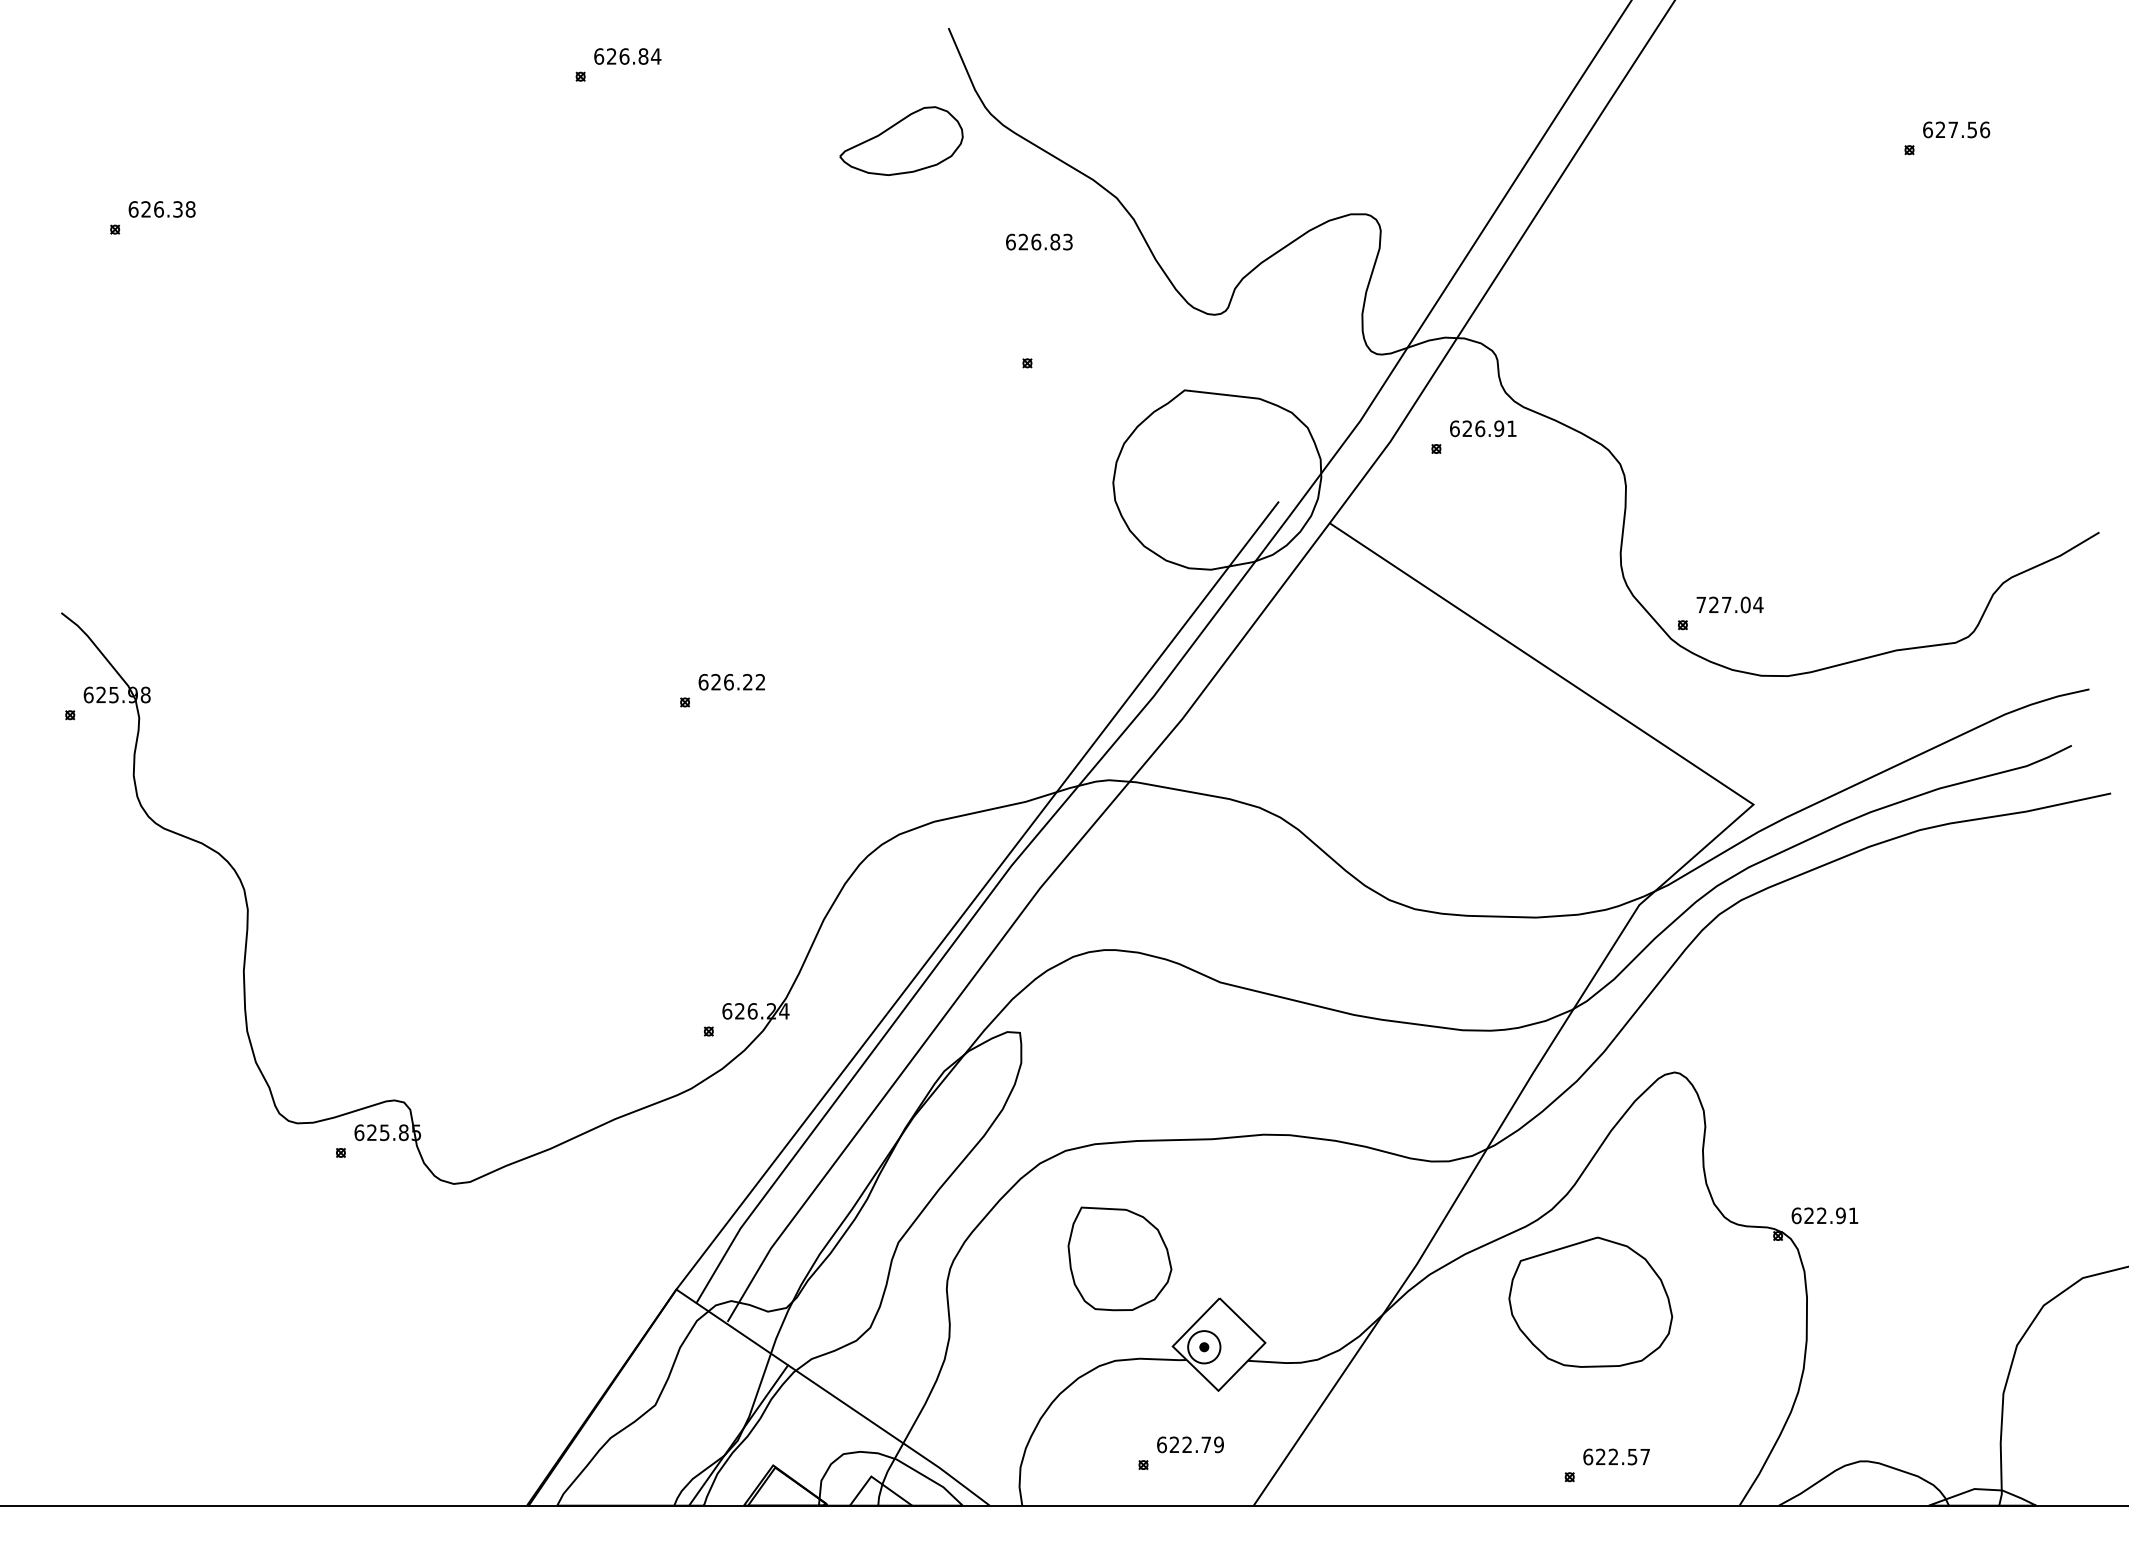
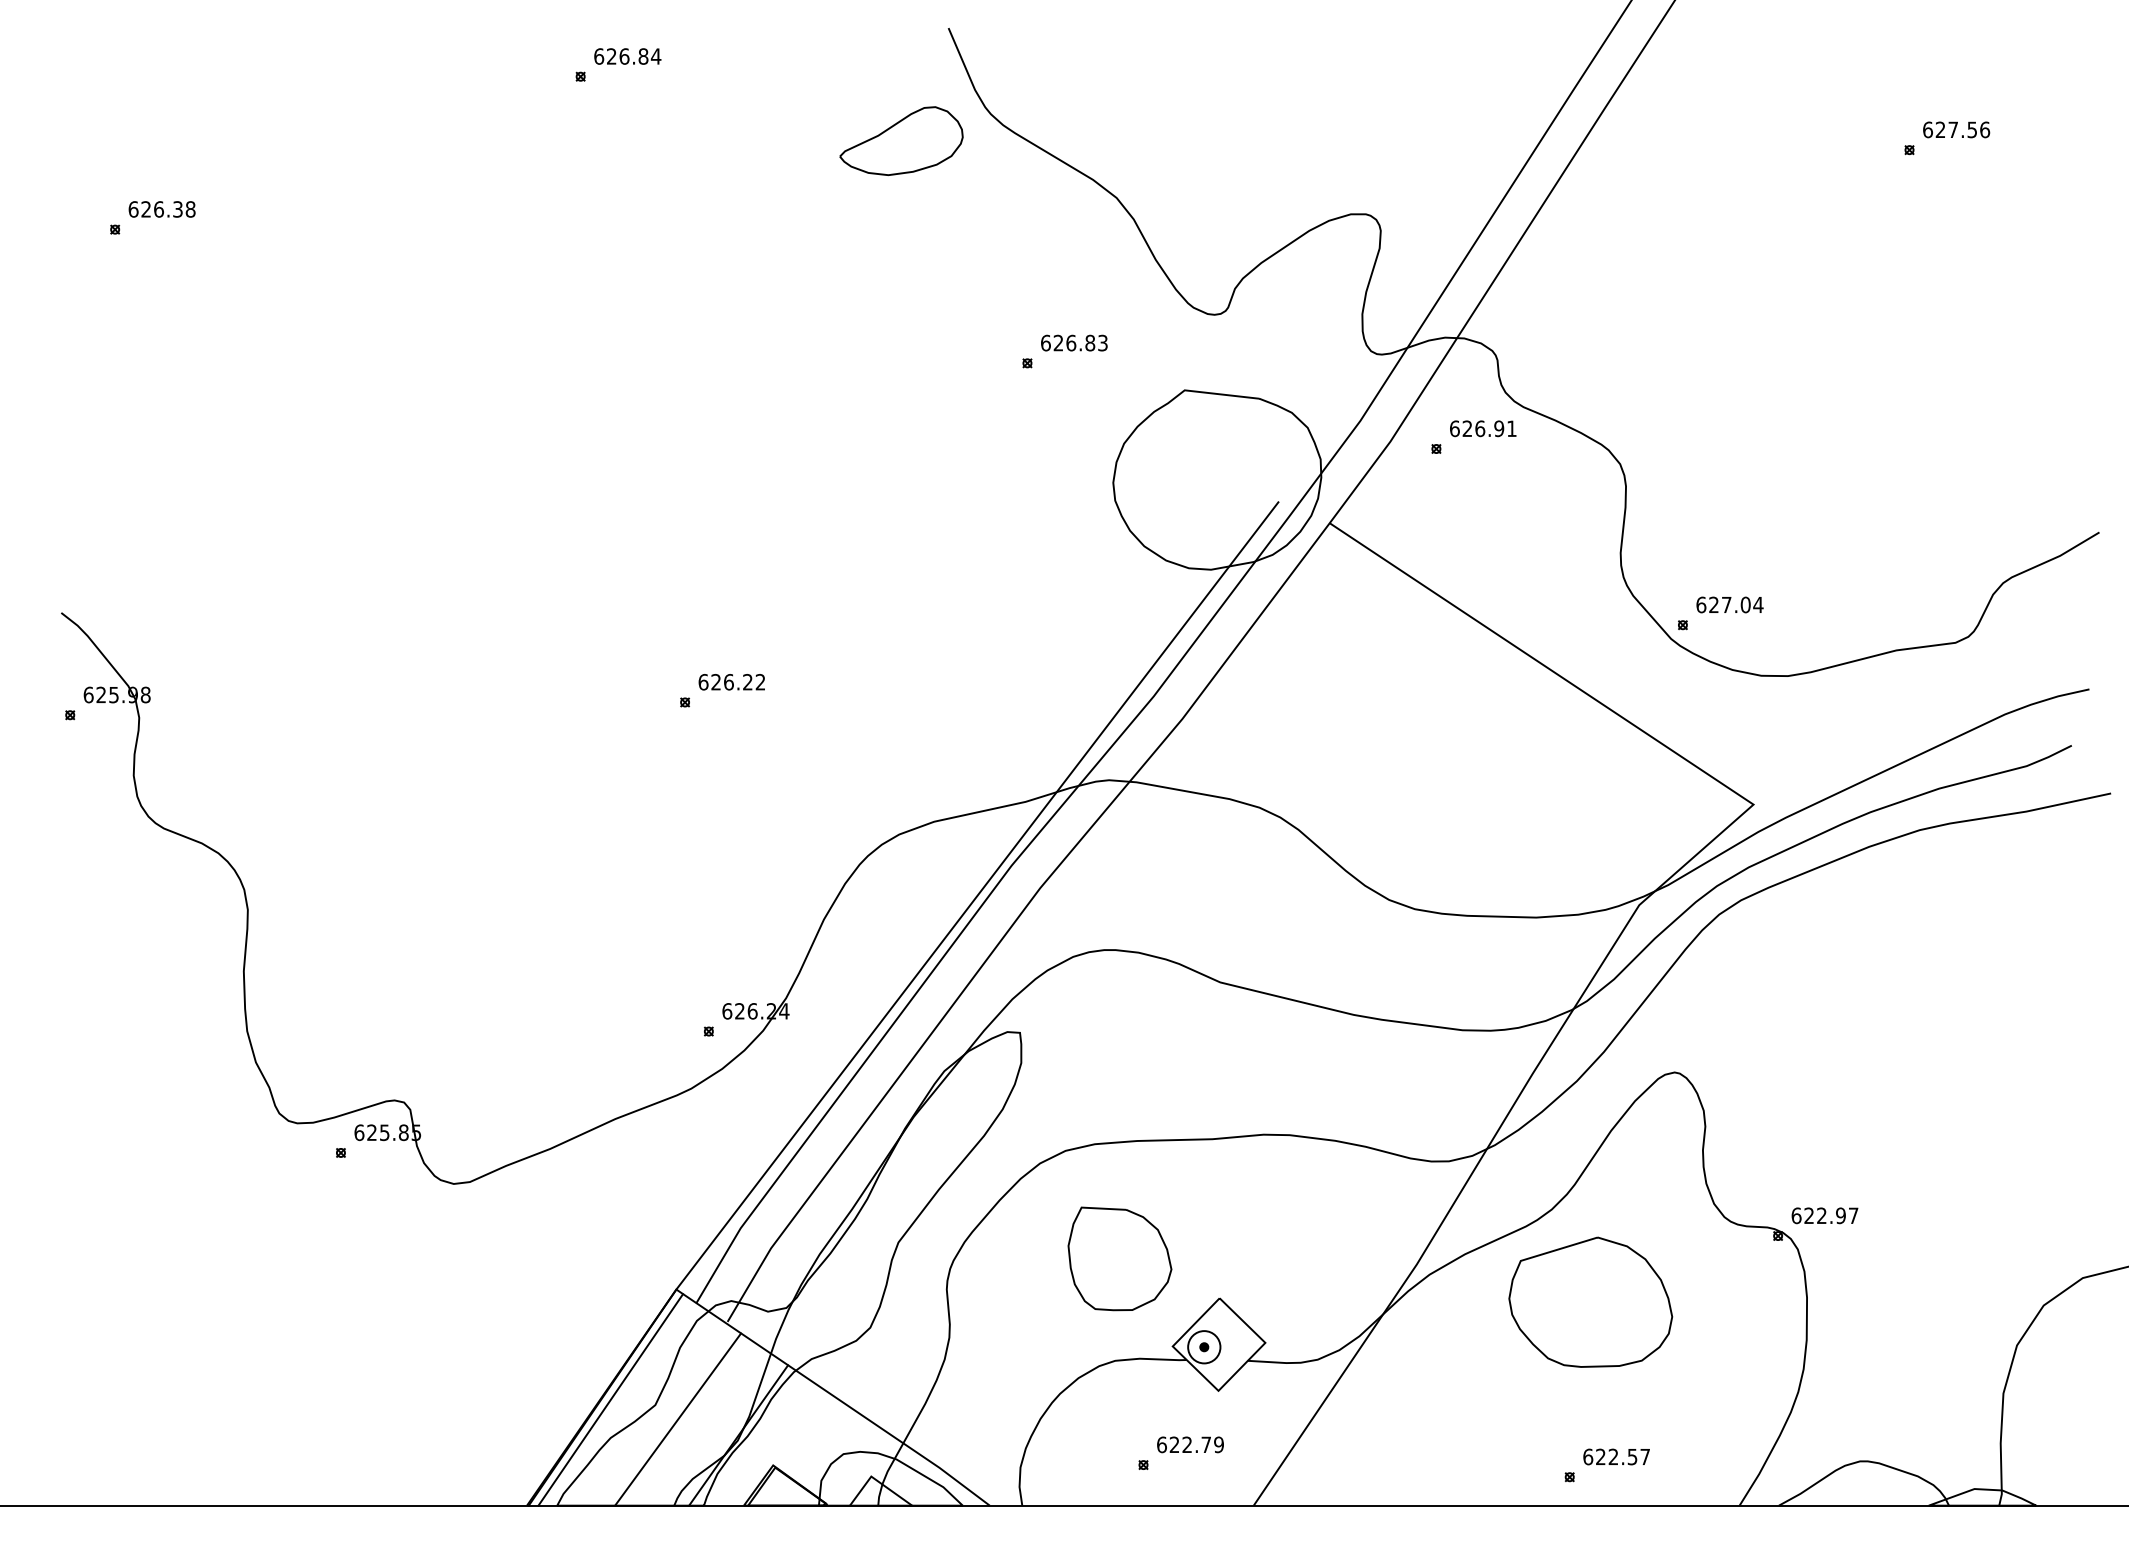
text at (1039, 241) position: (1039, 241) -> (1074, 342)
text at (1701, 604): 727.04 -> 627.04
text at (1853, 1215): 622.91 -> 622.97
line at (610, 1399): none -> present
line at (678, 1419): none -> present
